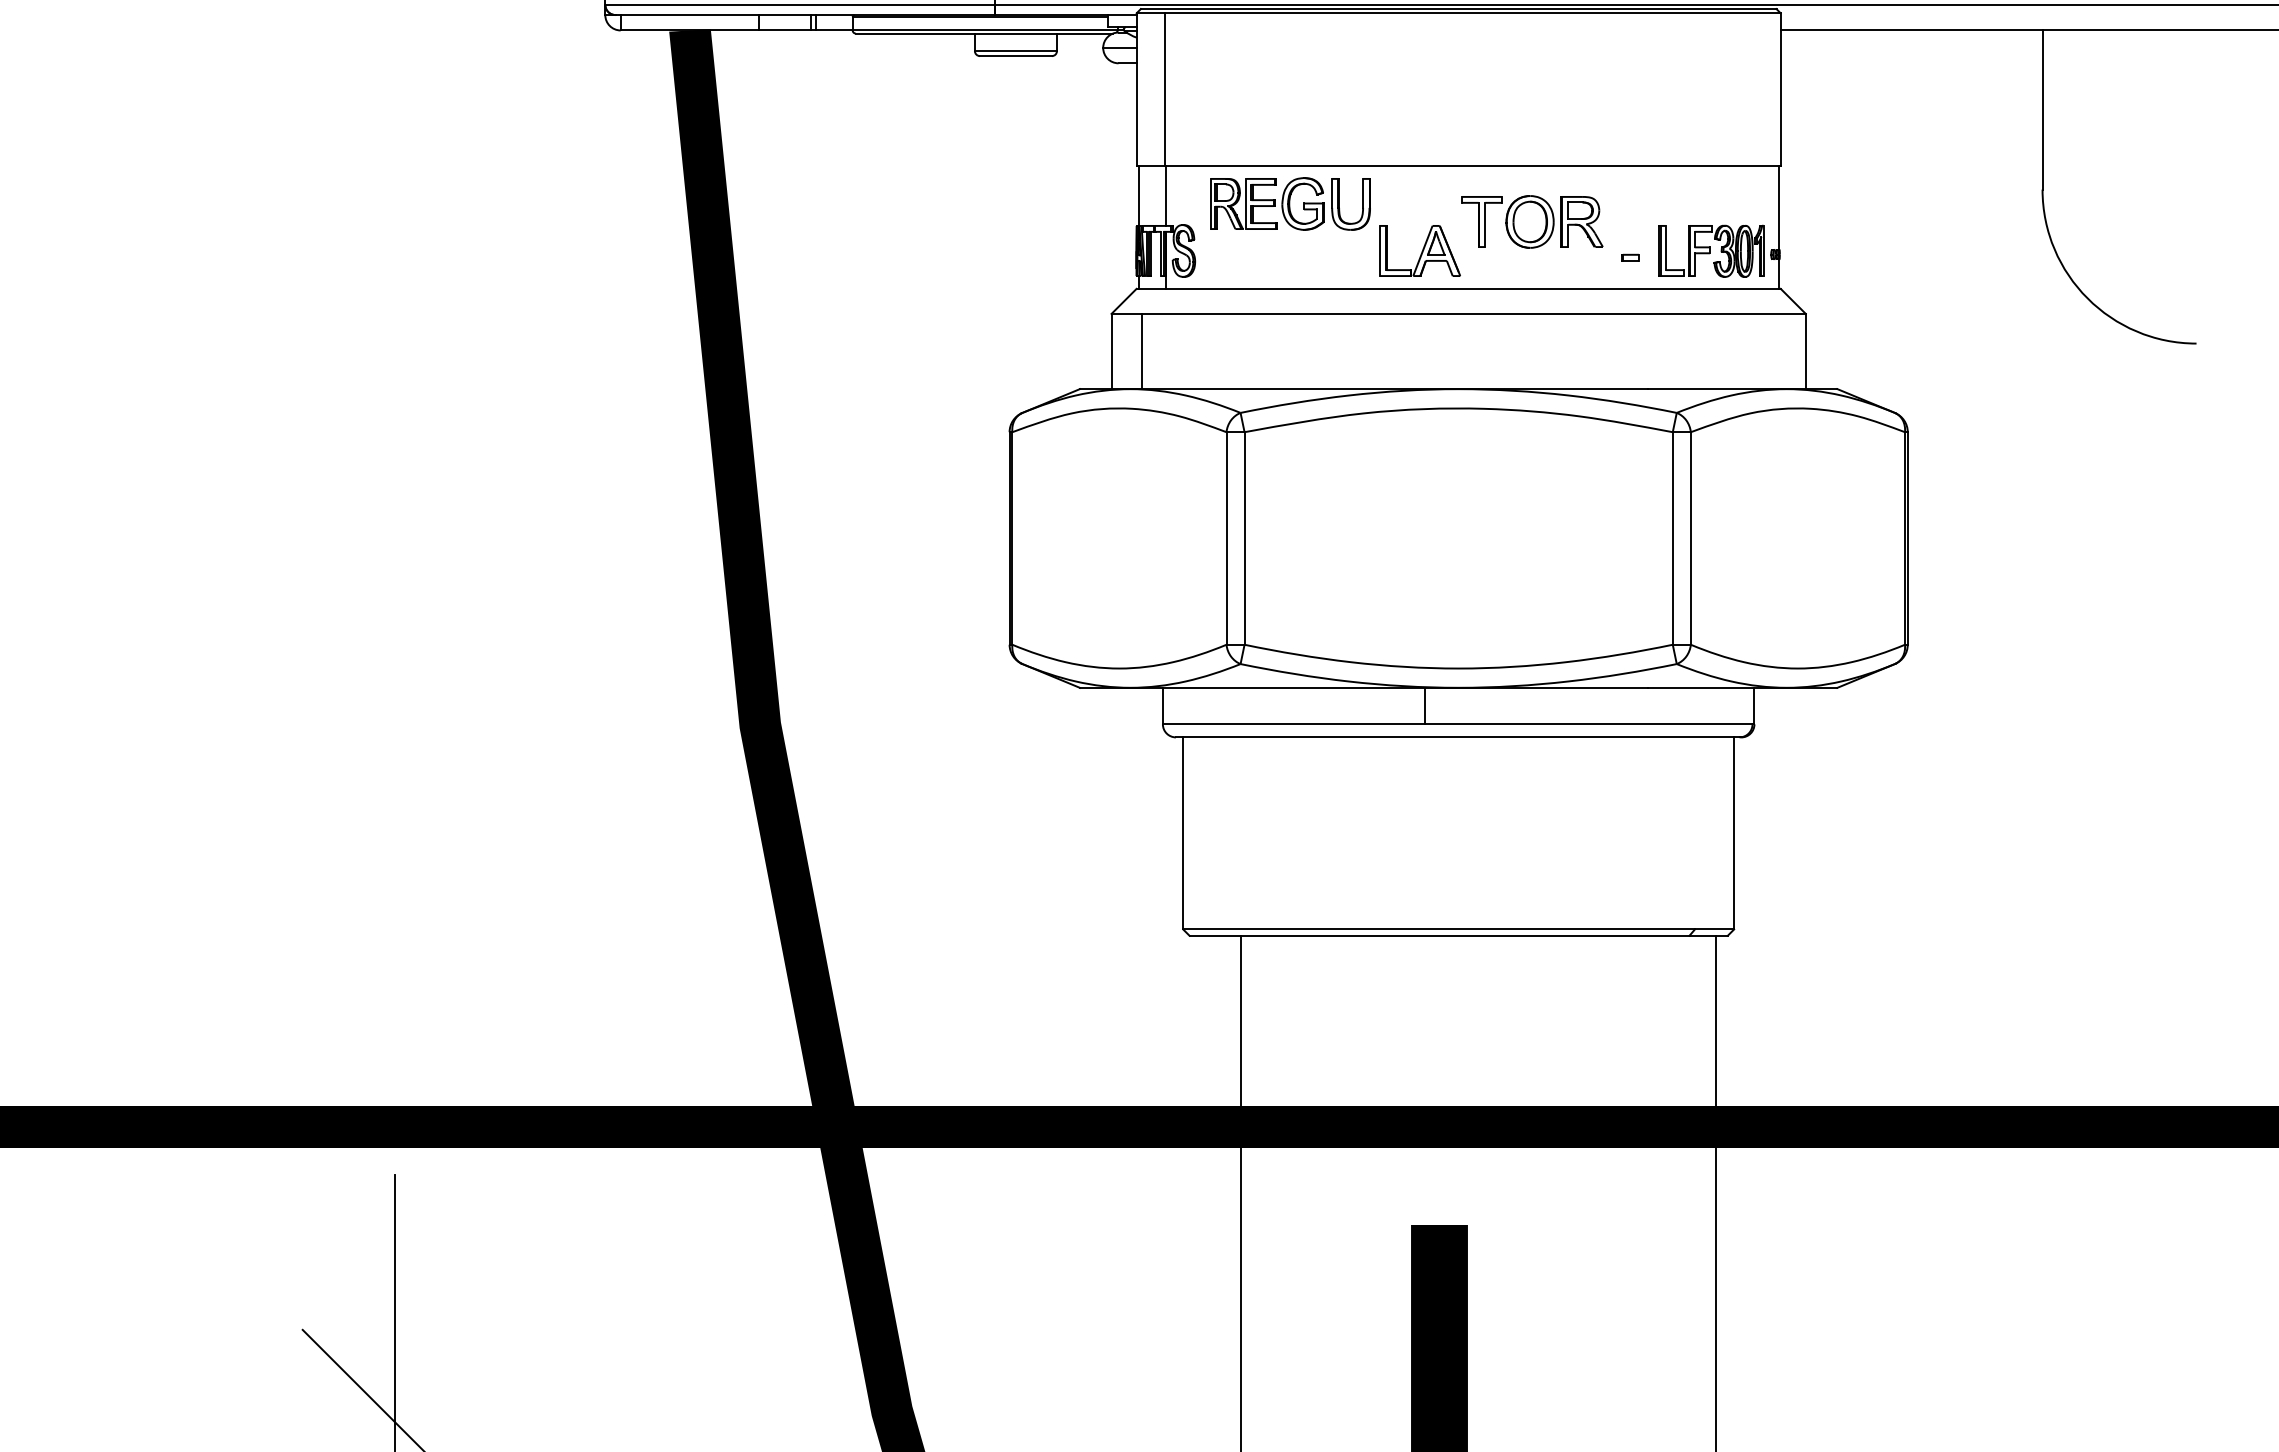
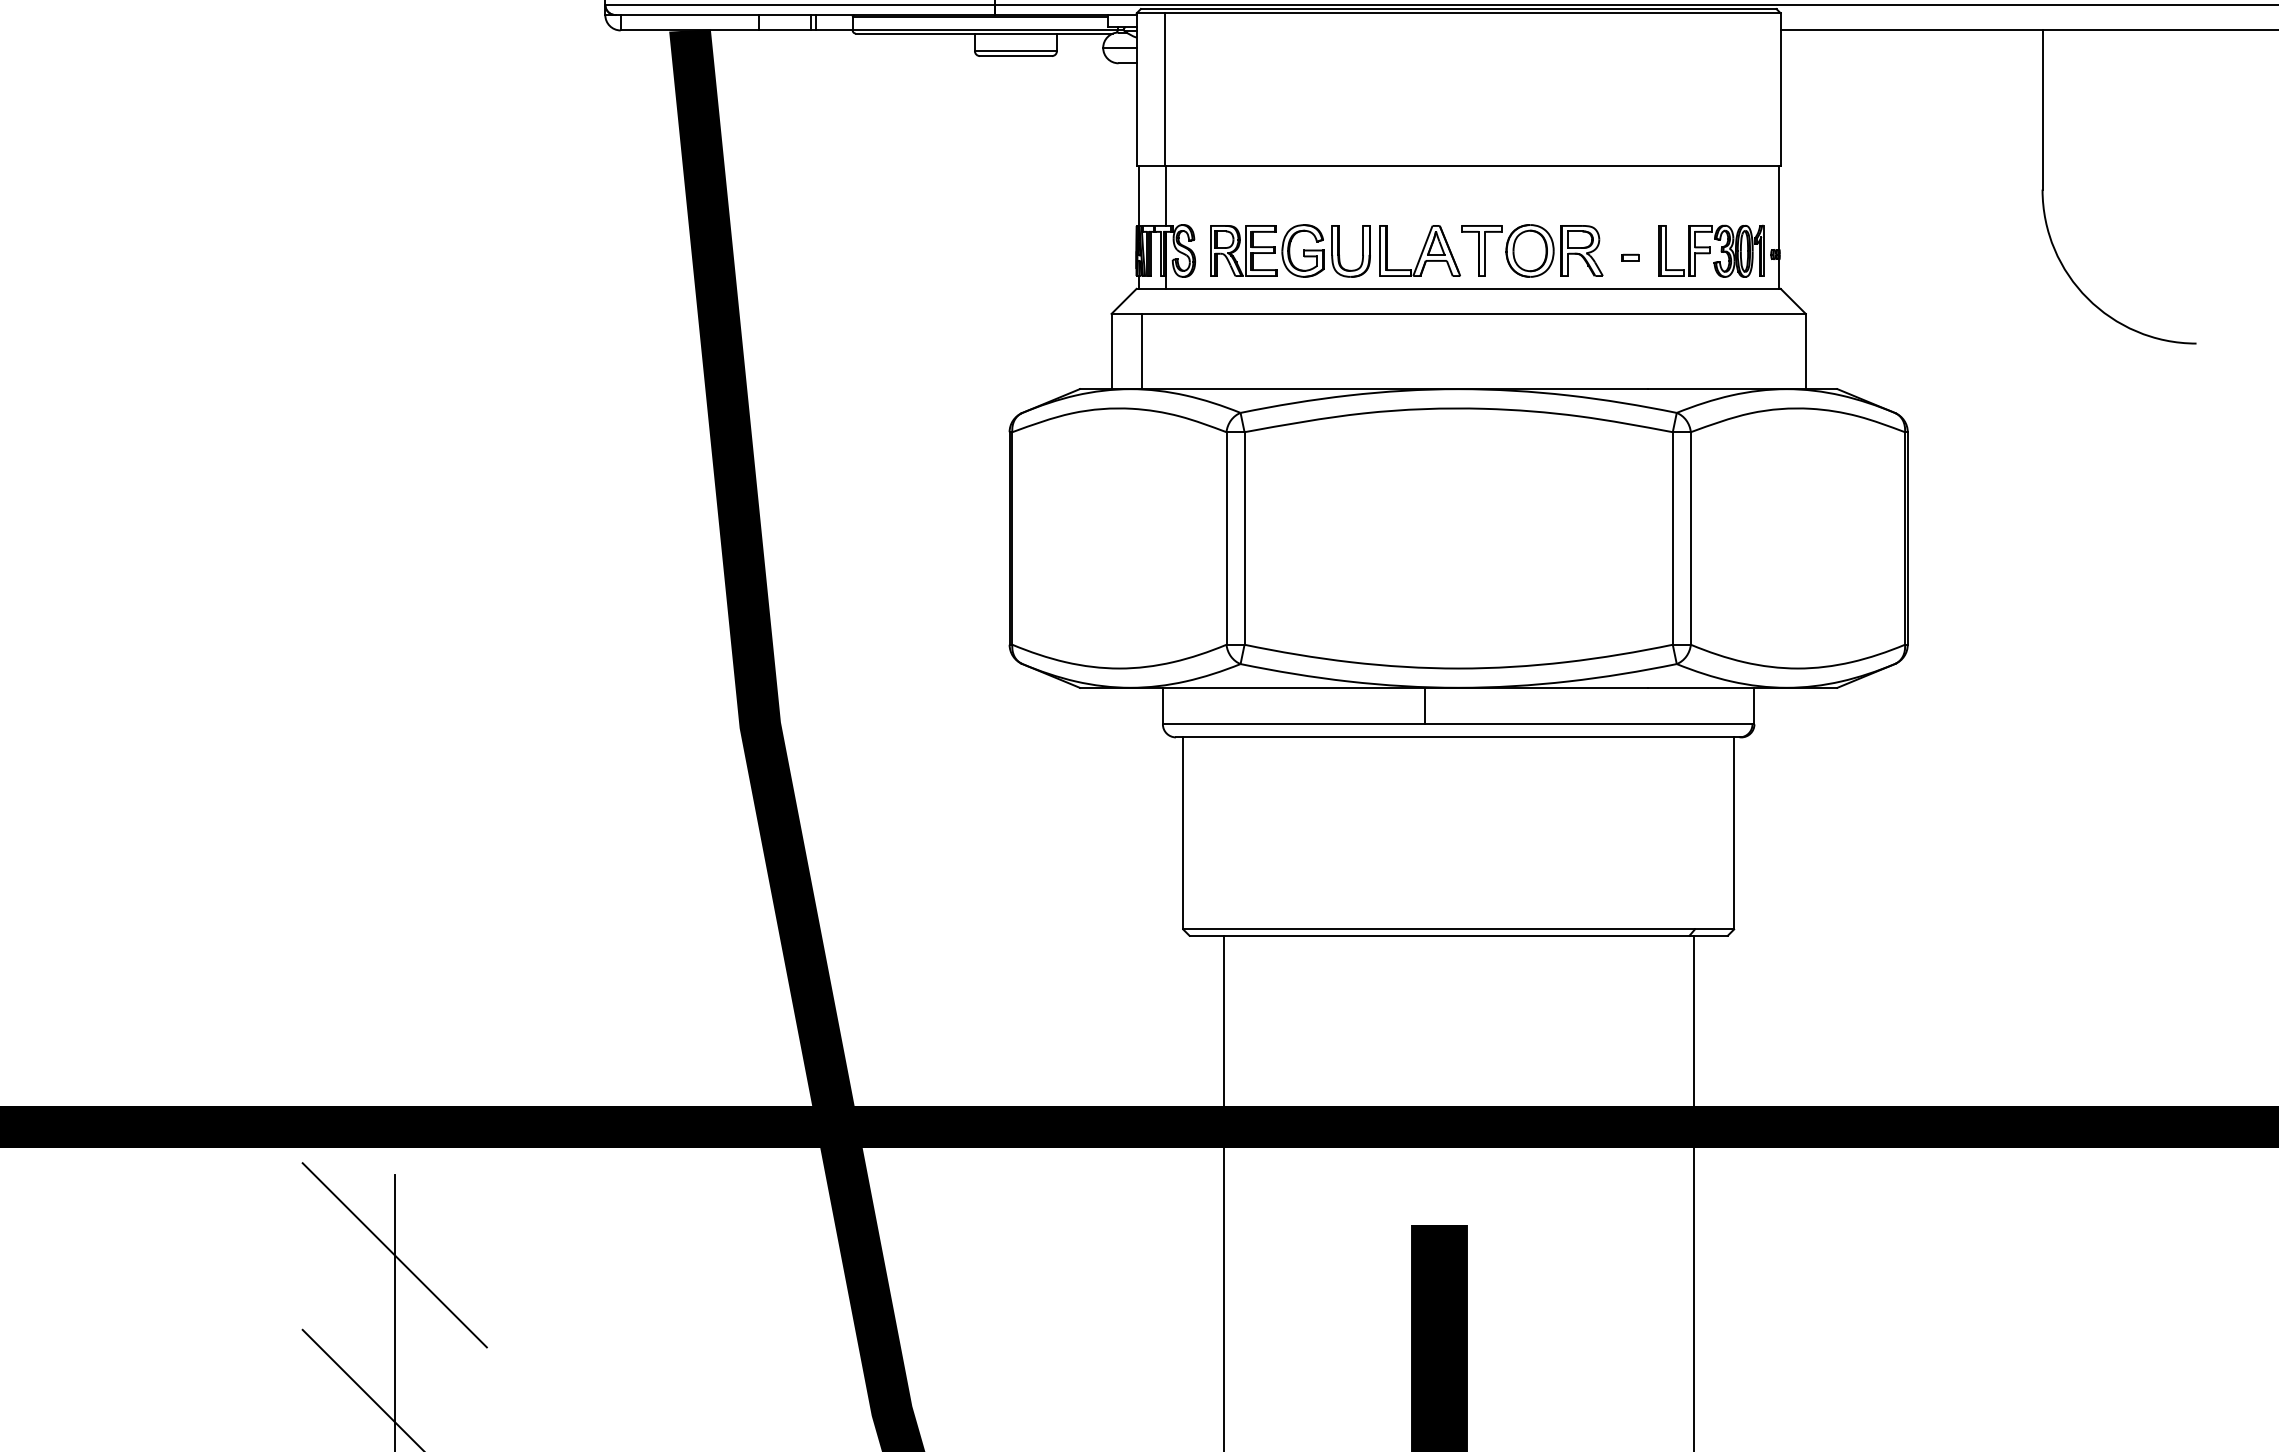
part at (1290, 203) position: (1290, 203) -> (1290, 250)
part at (1532, 221) position: (1532, 221) -> (1532, 250)
line at (1240, 1191) position: (1240, 1191) -> (1223, 1191)
line at (1715, 1191) position: (1715, 1191) -> (1693, 1191)
line at (394, 1255): none -> present
